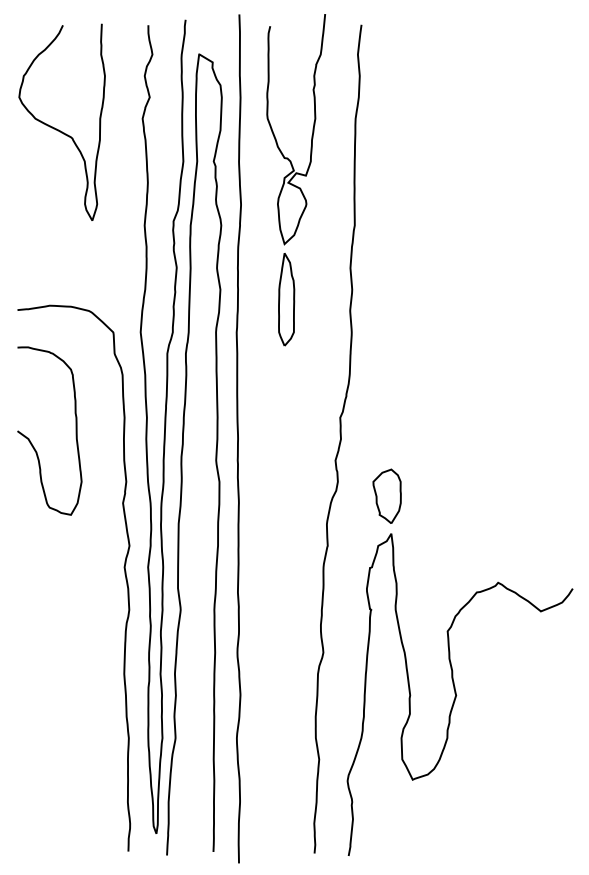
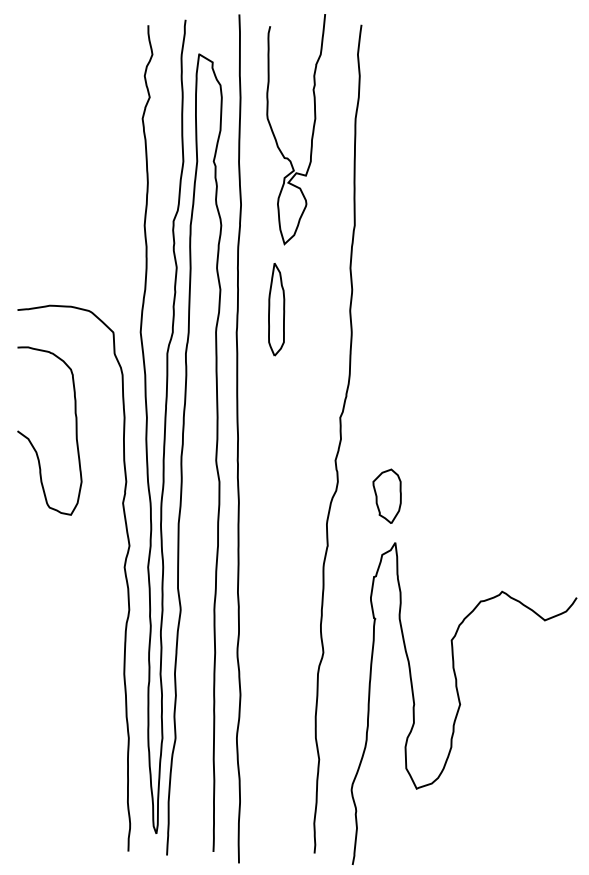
curve at (58, 129): present -> none
part at (286, 299) position: (286, 299) -> (276, 309)
curve at (457, 695) position: (457, 695) -> (461, 704)
